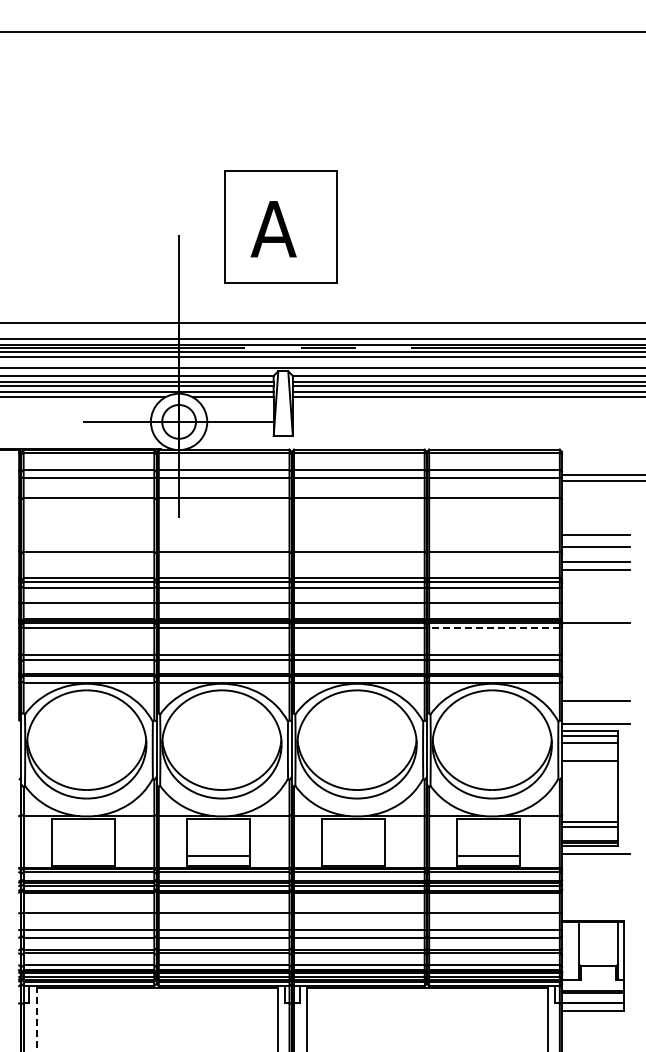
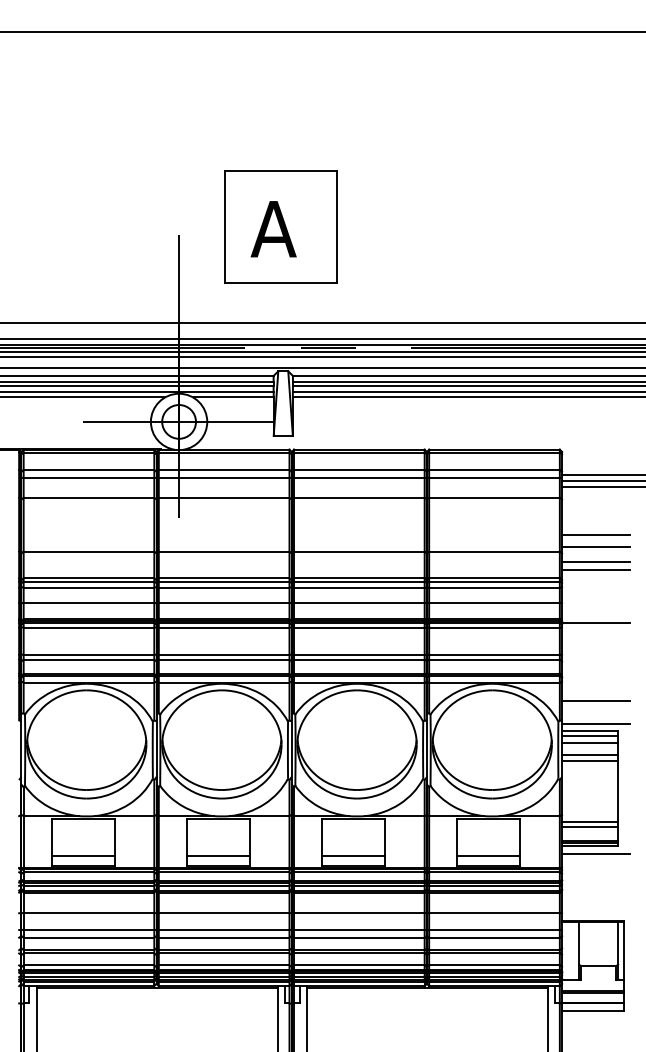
line at (602, 486): none -> present
line at (494, 627): dashed -> solid
line at (590, 754): none -> present
line at (82, 856): none -> present
line at (353, 856): none -> present
line at (36, 1018): dashed -> solid
